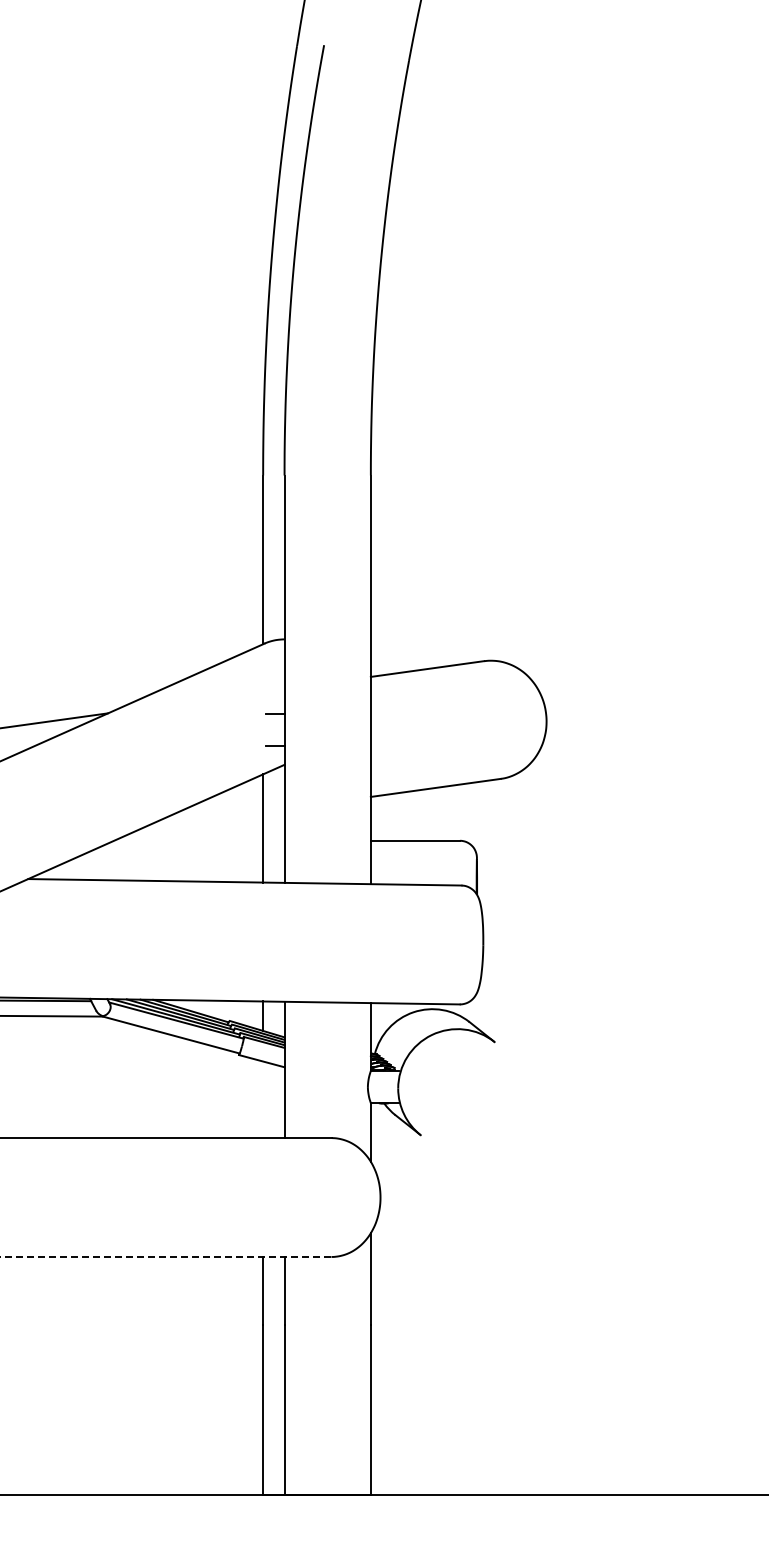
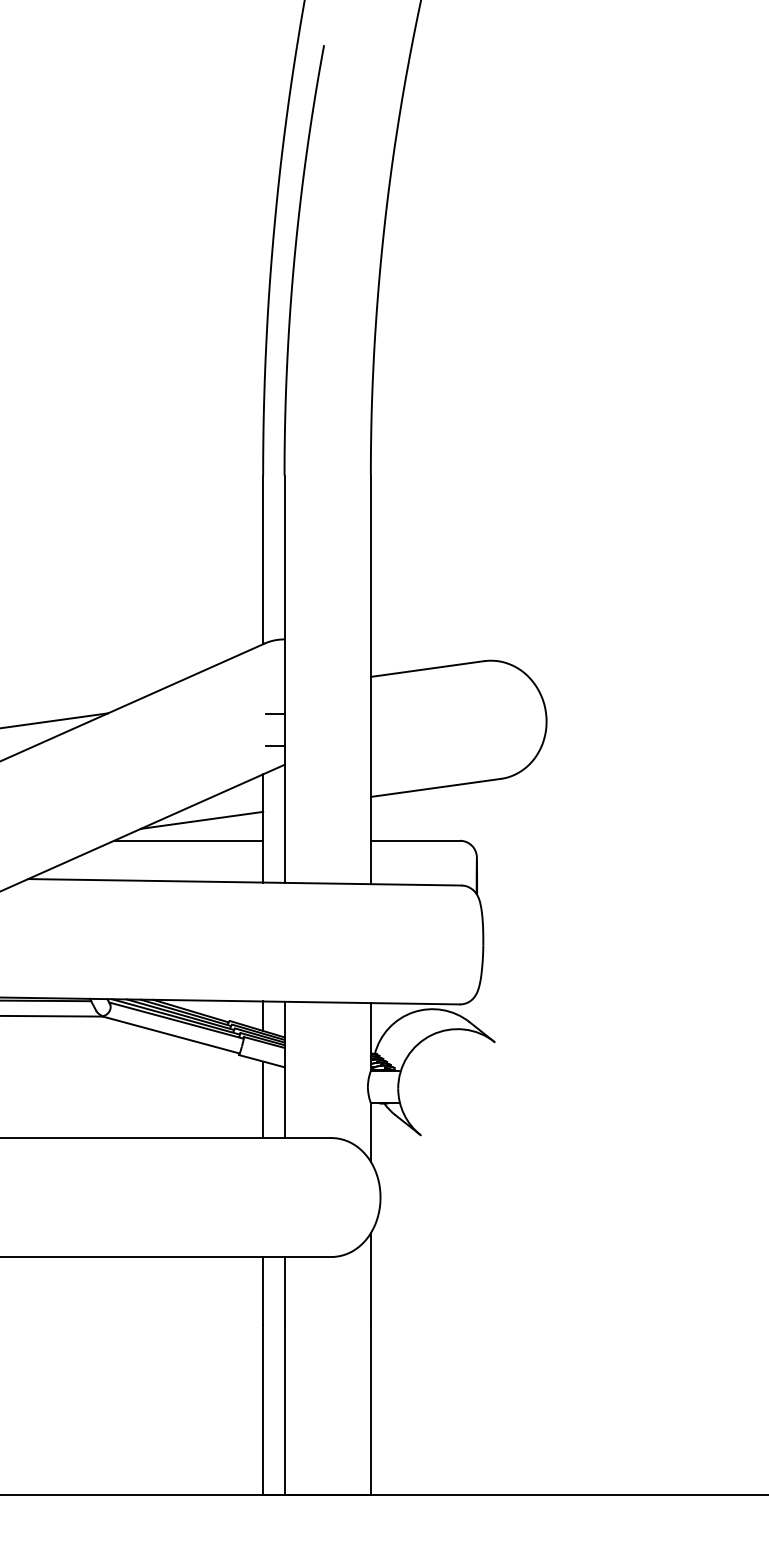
line at (201, 819): none -> present
line at (188, 840): none -> present
line at (263, 1099): none -> present
line at (166, 1256): dashed -> solid
